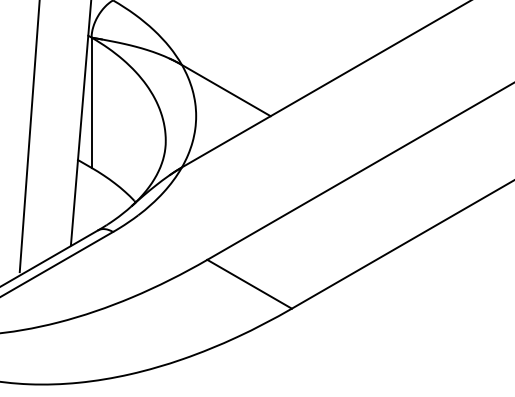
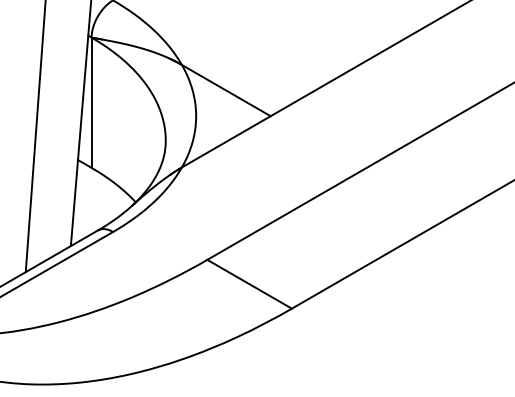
line at (29, 137) position: (29, 137) -> (35, 137)
